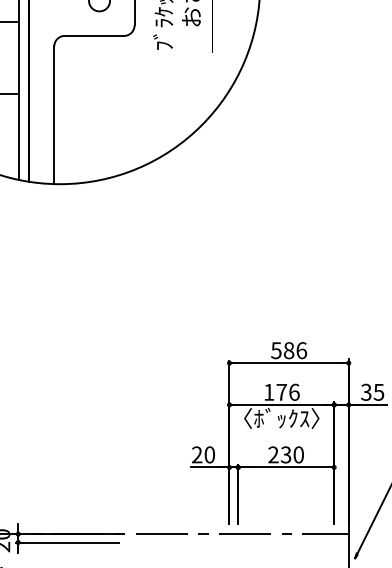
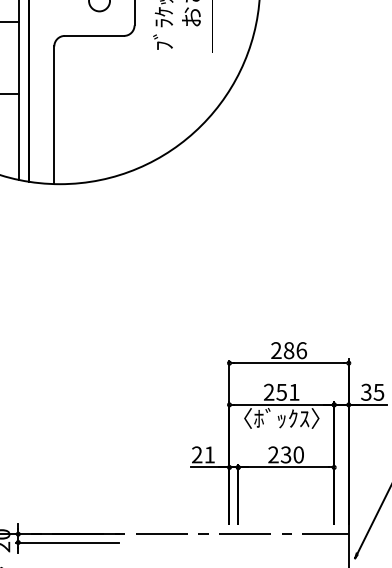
text at (276, 350): 586 -> 286
text at (281, 391): 176 -> 251
text at (209, 454): 20 -> 21
